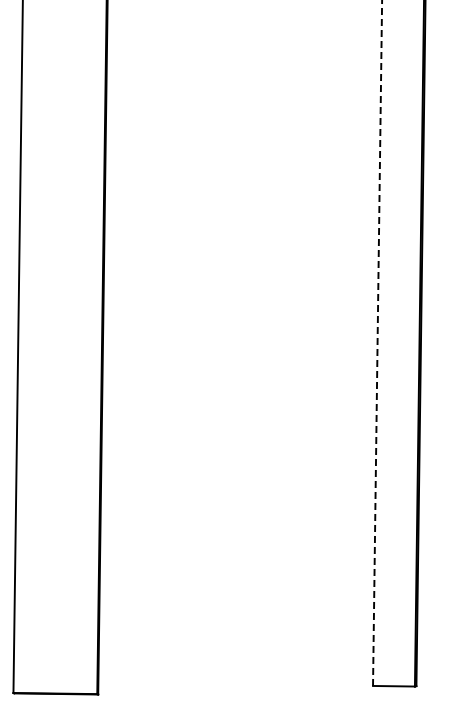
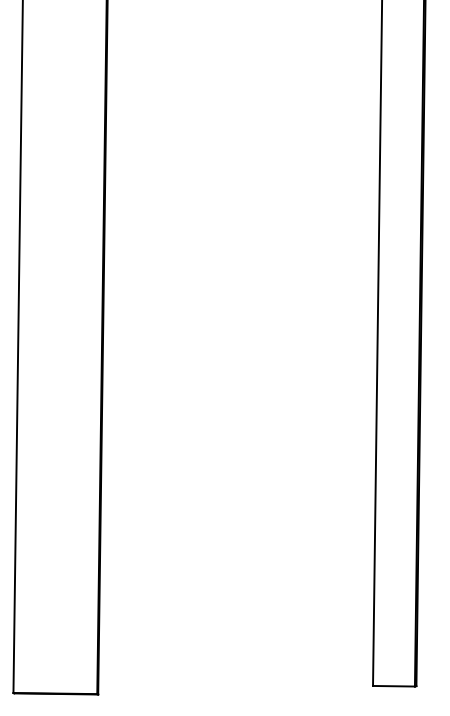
line at (377, 343): dashed -> solid
